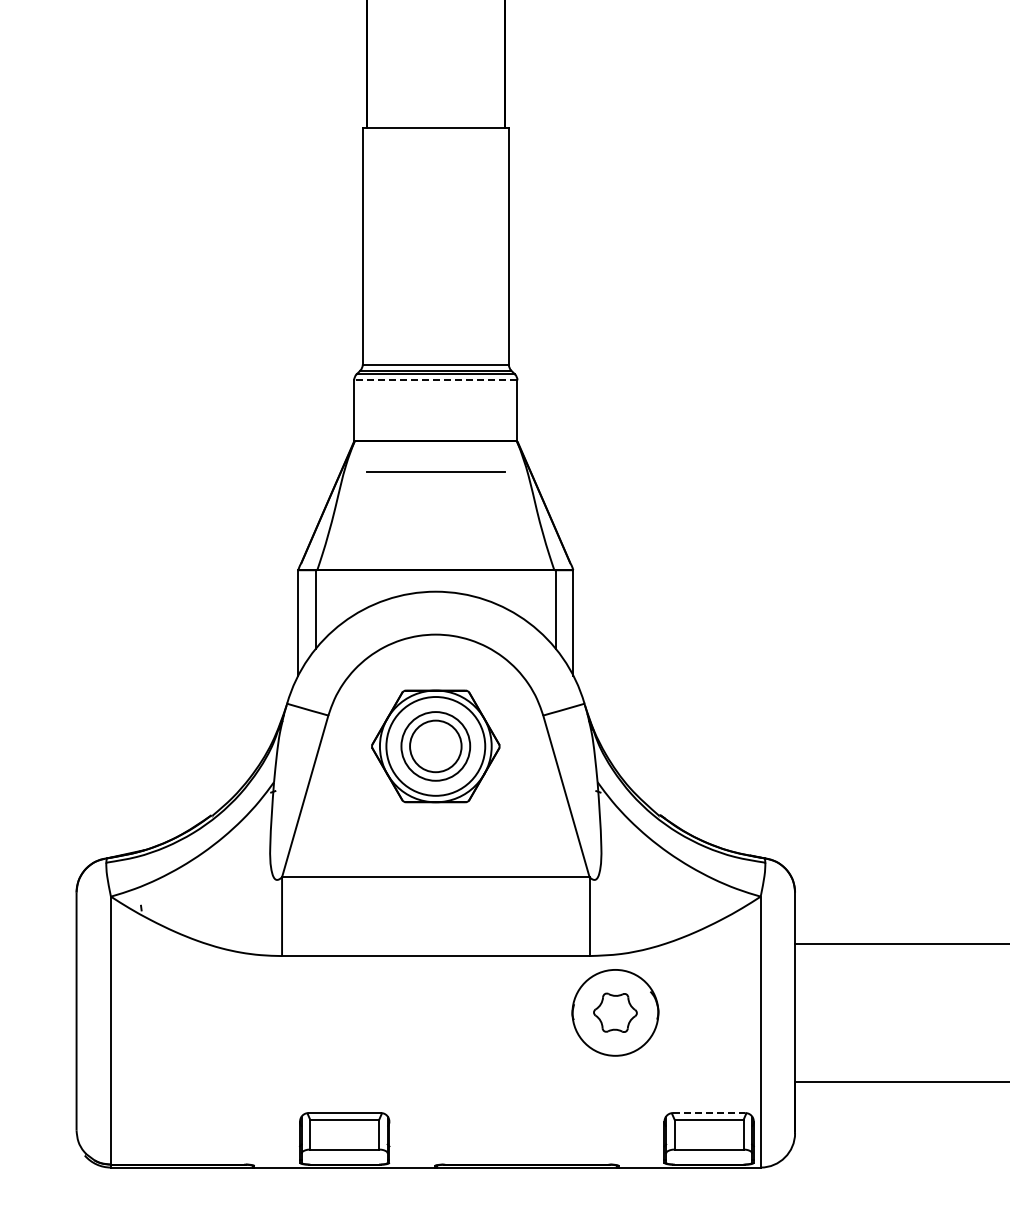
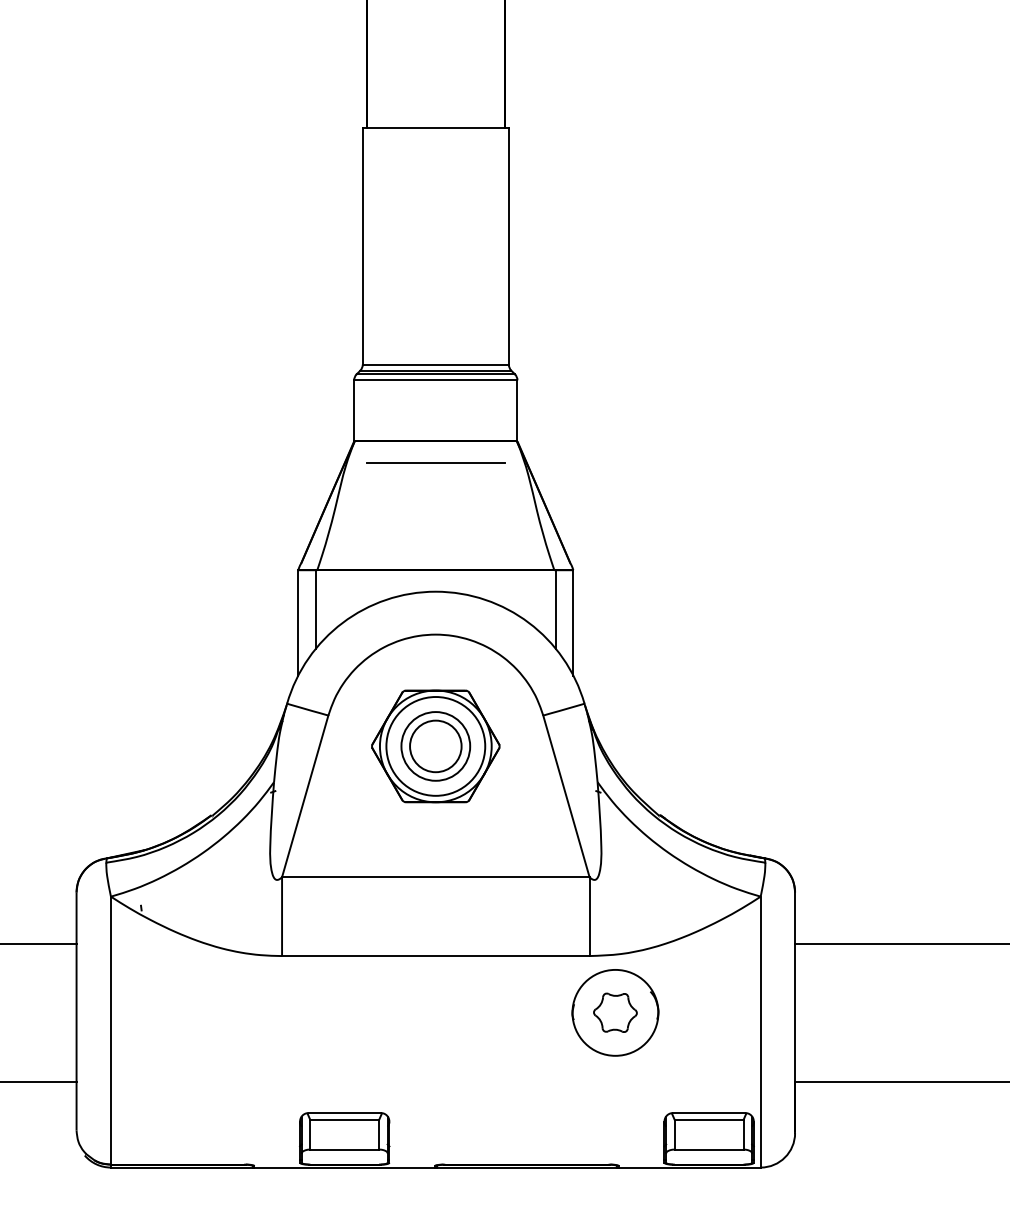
line at (435, 380): dashed -> solid
line at (435, 471) position: (435, 471) -> (435, 462)
line at (39, 944): none -> present
line at (39, 1081): none -> present
line at (709, 1113): dashed -> solid
